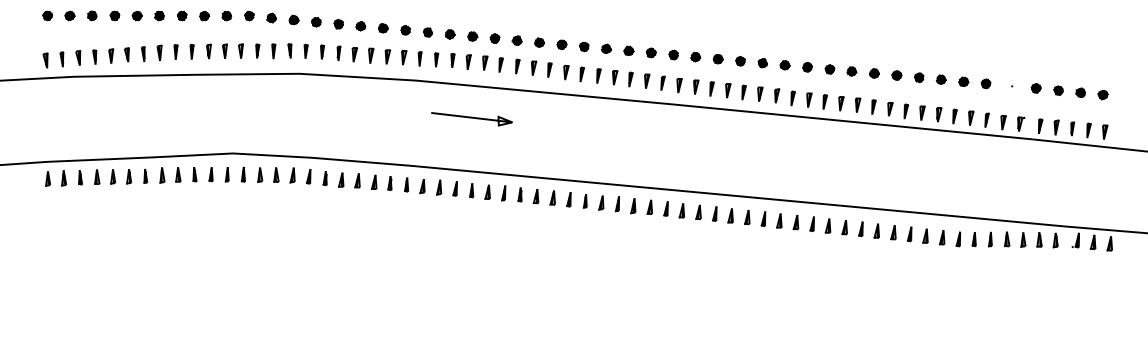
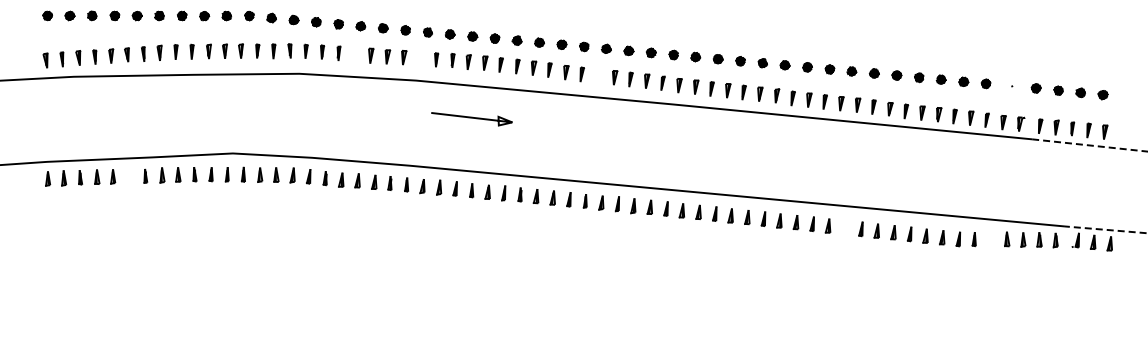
part at (354, 54): present -> none
part at (419, 58): present -> none
part at (598, 75): present -> none
line at (1089, 145): solid -> dashed
part at (129, 176): present -> none
part at (844, 227): present -> none
line at (1105, 229): solid -> dashed
part at (990, 239): present -> none
